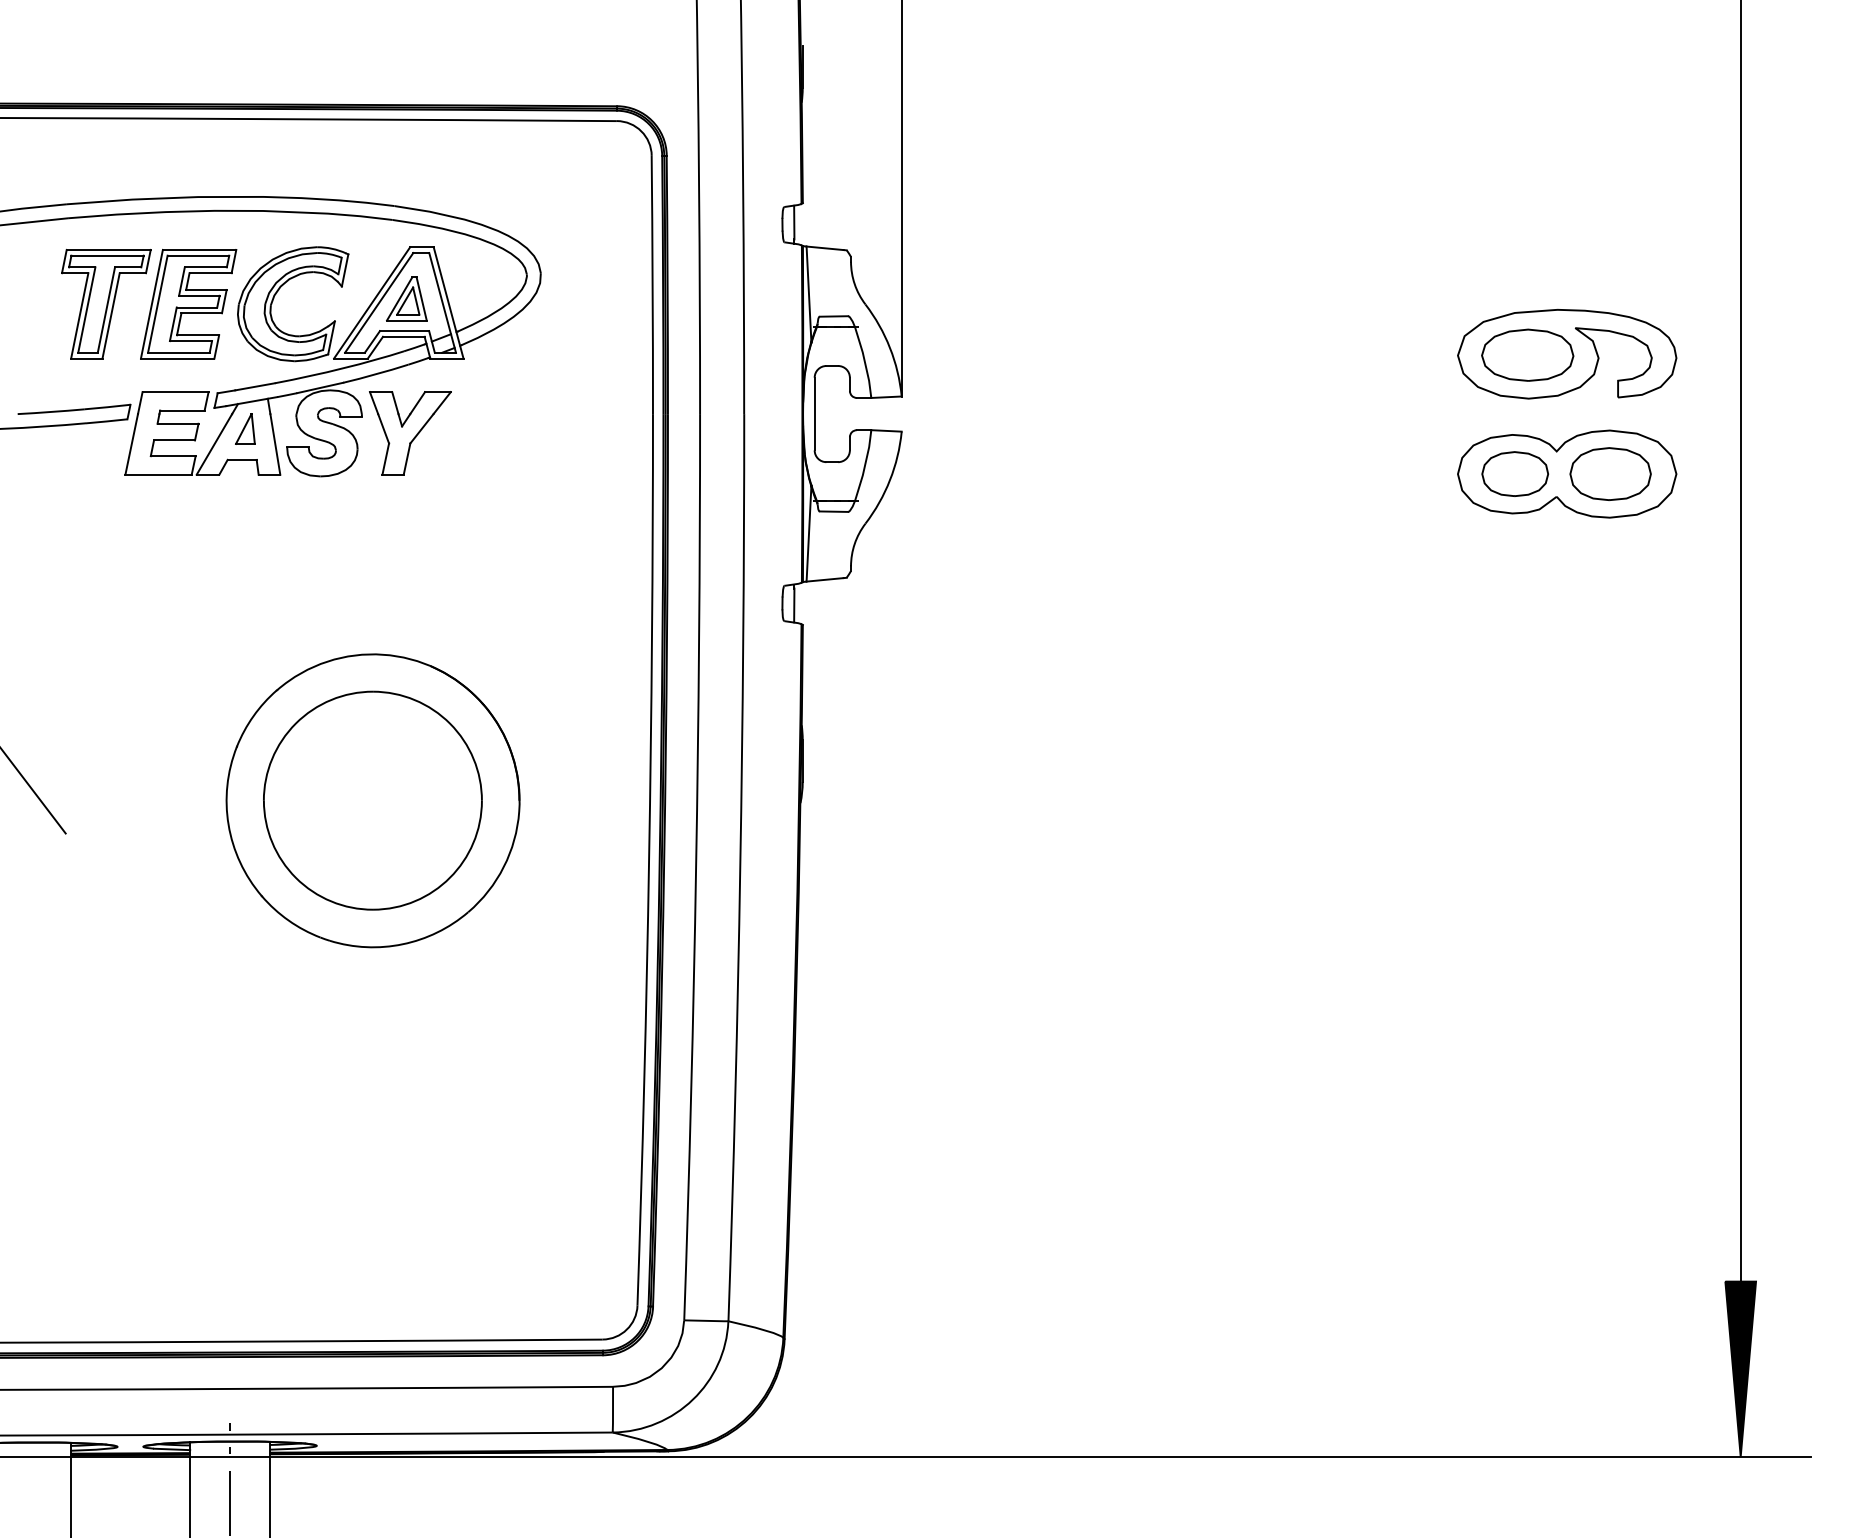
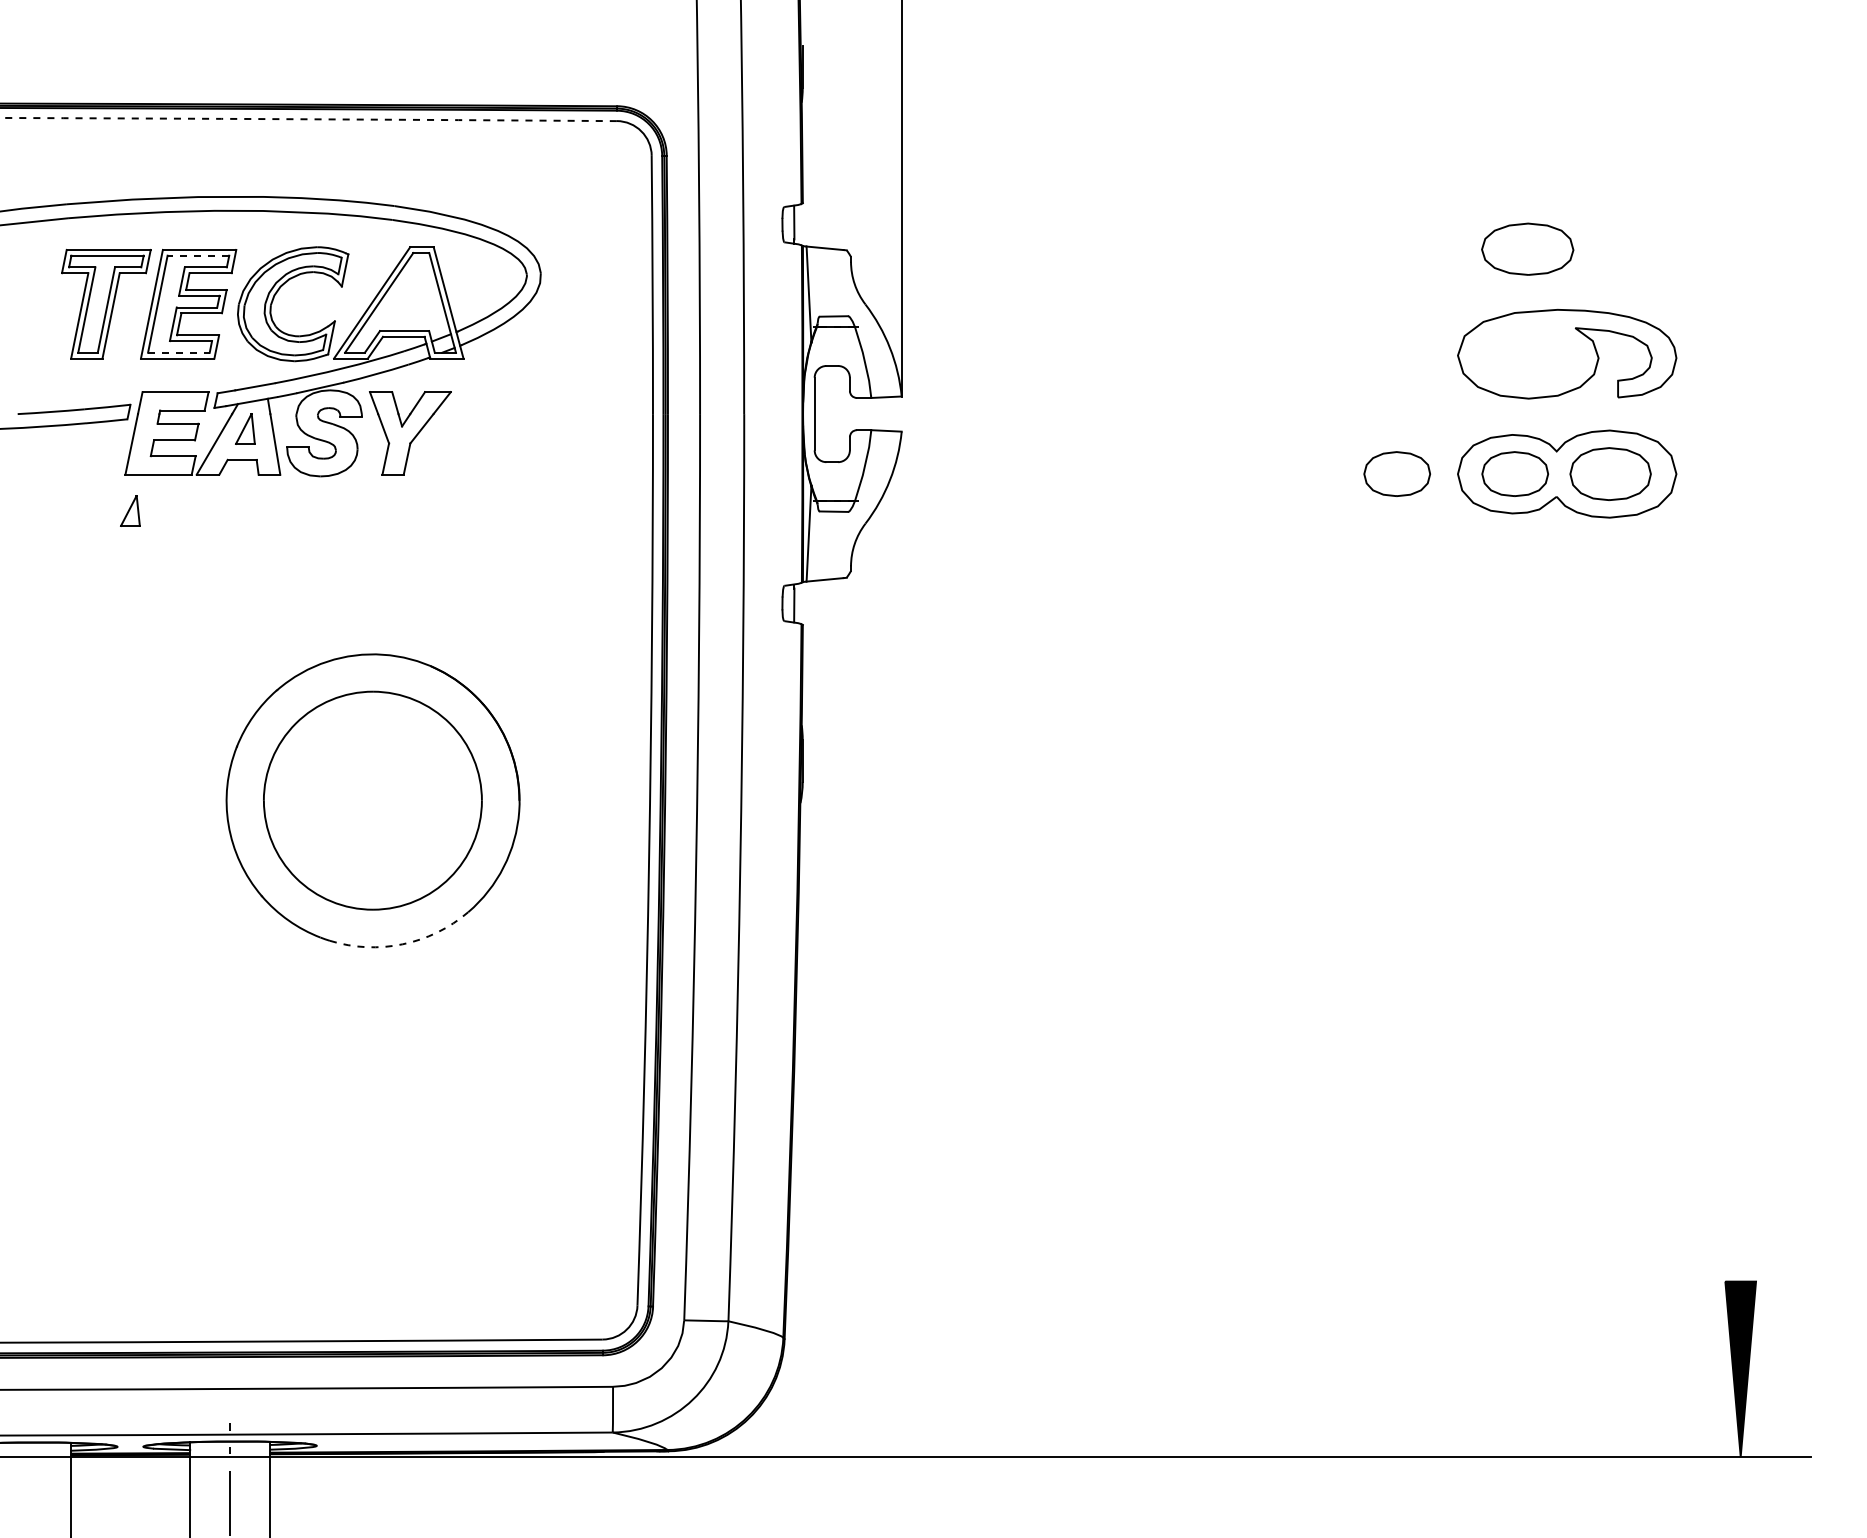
arc at (307, 119): solid -> dashed
line at (198, 255): solid -> dashed
part at (406, 298): present -> none
line at (178, 352): solid -> dashed
part at (1527, 354) position: (1527, 354) -> (1527, 248)
part at (1396, 473): none -> present
part at (130, 510): none -> present
line at (1740, 641): present -> none
line at (34, 792): present -> none
arc at (402, 944): solid -> dashed
